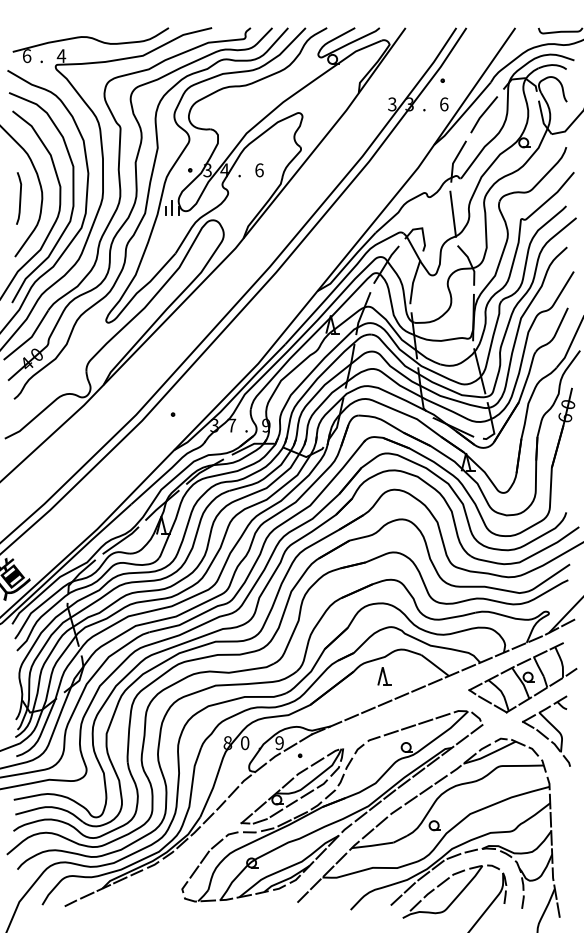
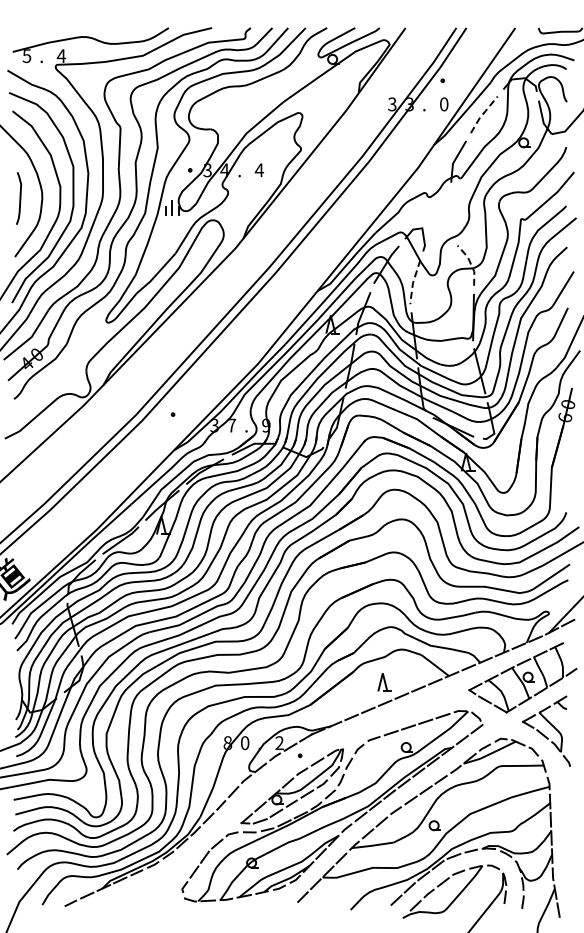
text at (26, 55): 6 -> 5
text at (444, 104): 6 -> 0
line at (482, 114): solid -> dashed
text at (259, 170): 6 -> 4
line at (453, 213): present -> none
line at (470, 263): solid -> dashed
line at (413, 282): solid -> dashed
part at (384, 676) position: (384, 676) -> (384, 682)
text at (279, 743): 9 -> 2
